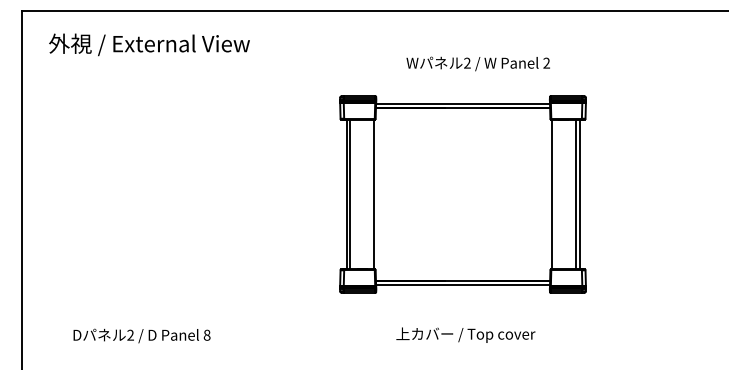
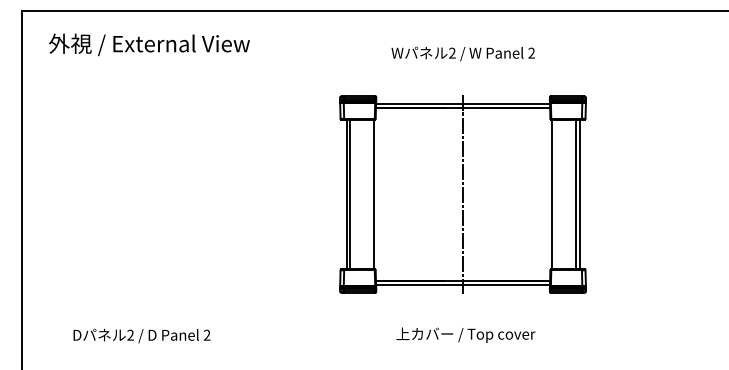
text at (477, 63) position: (477, 63) -> (462, 53)
line at (463, 194): none -> present
text at (206, 334): 8 -> 2
